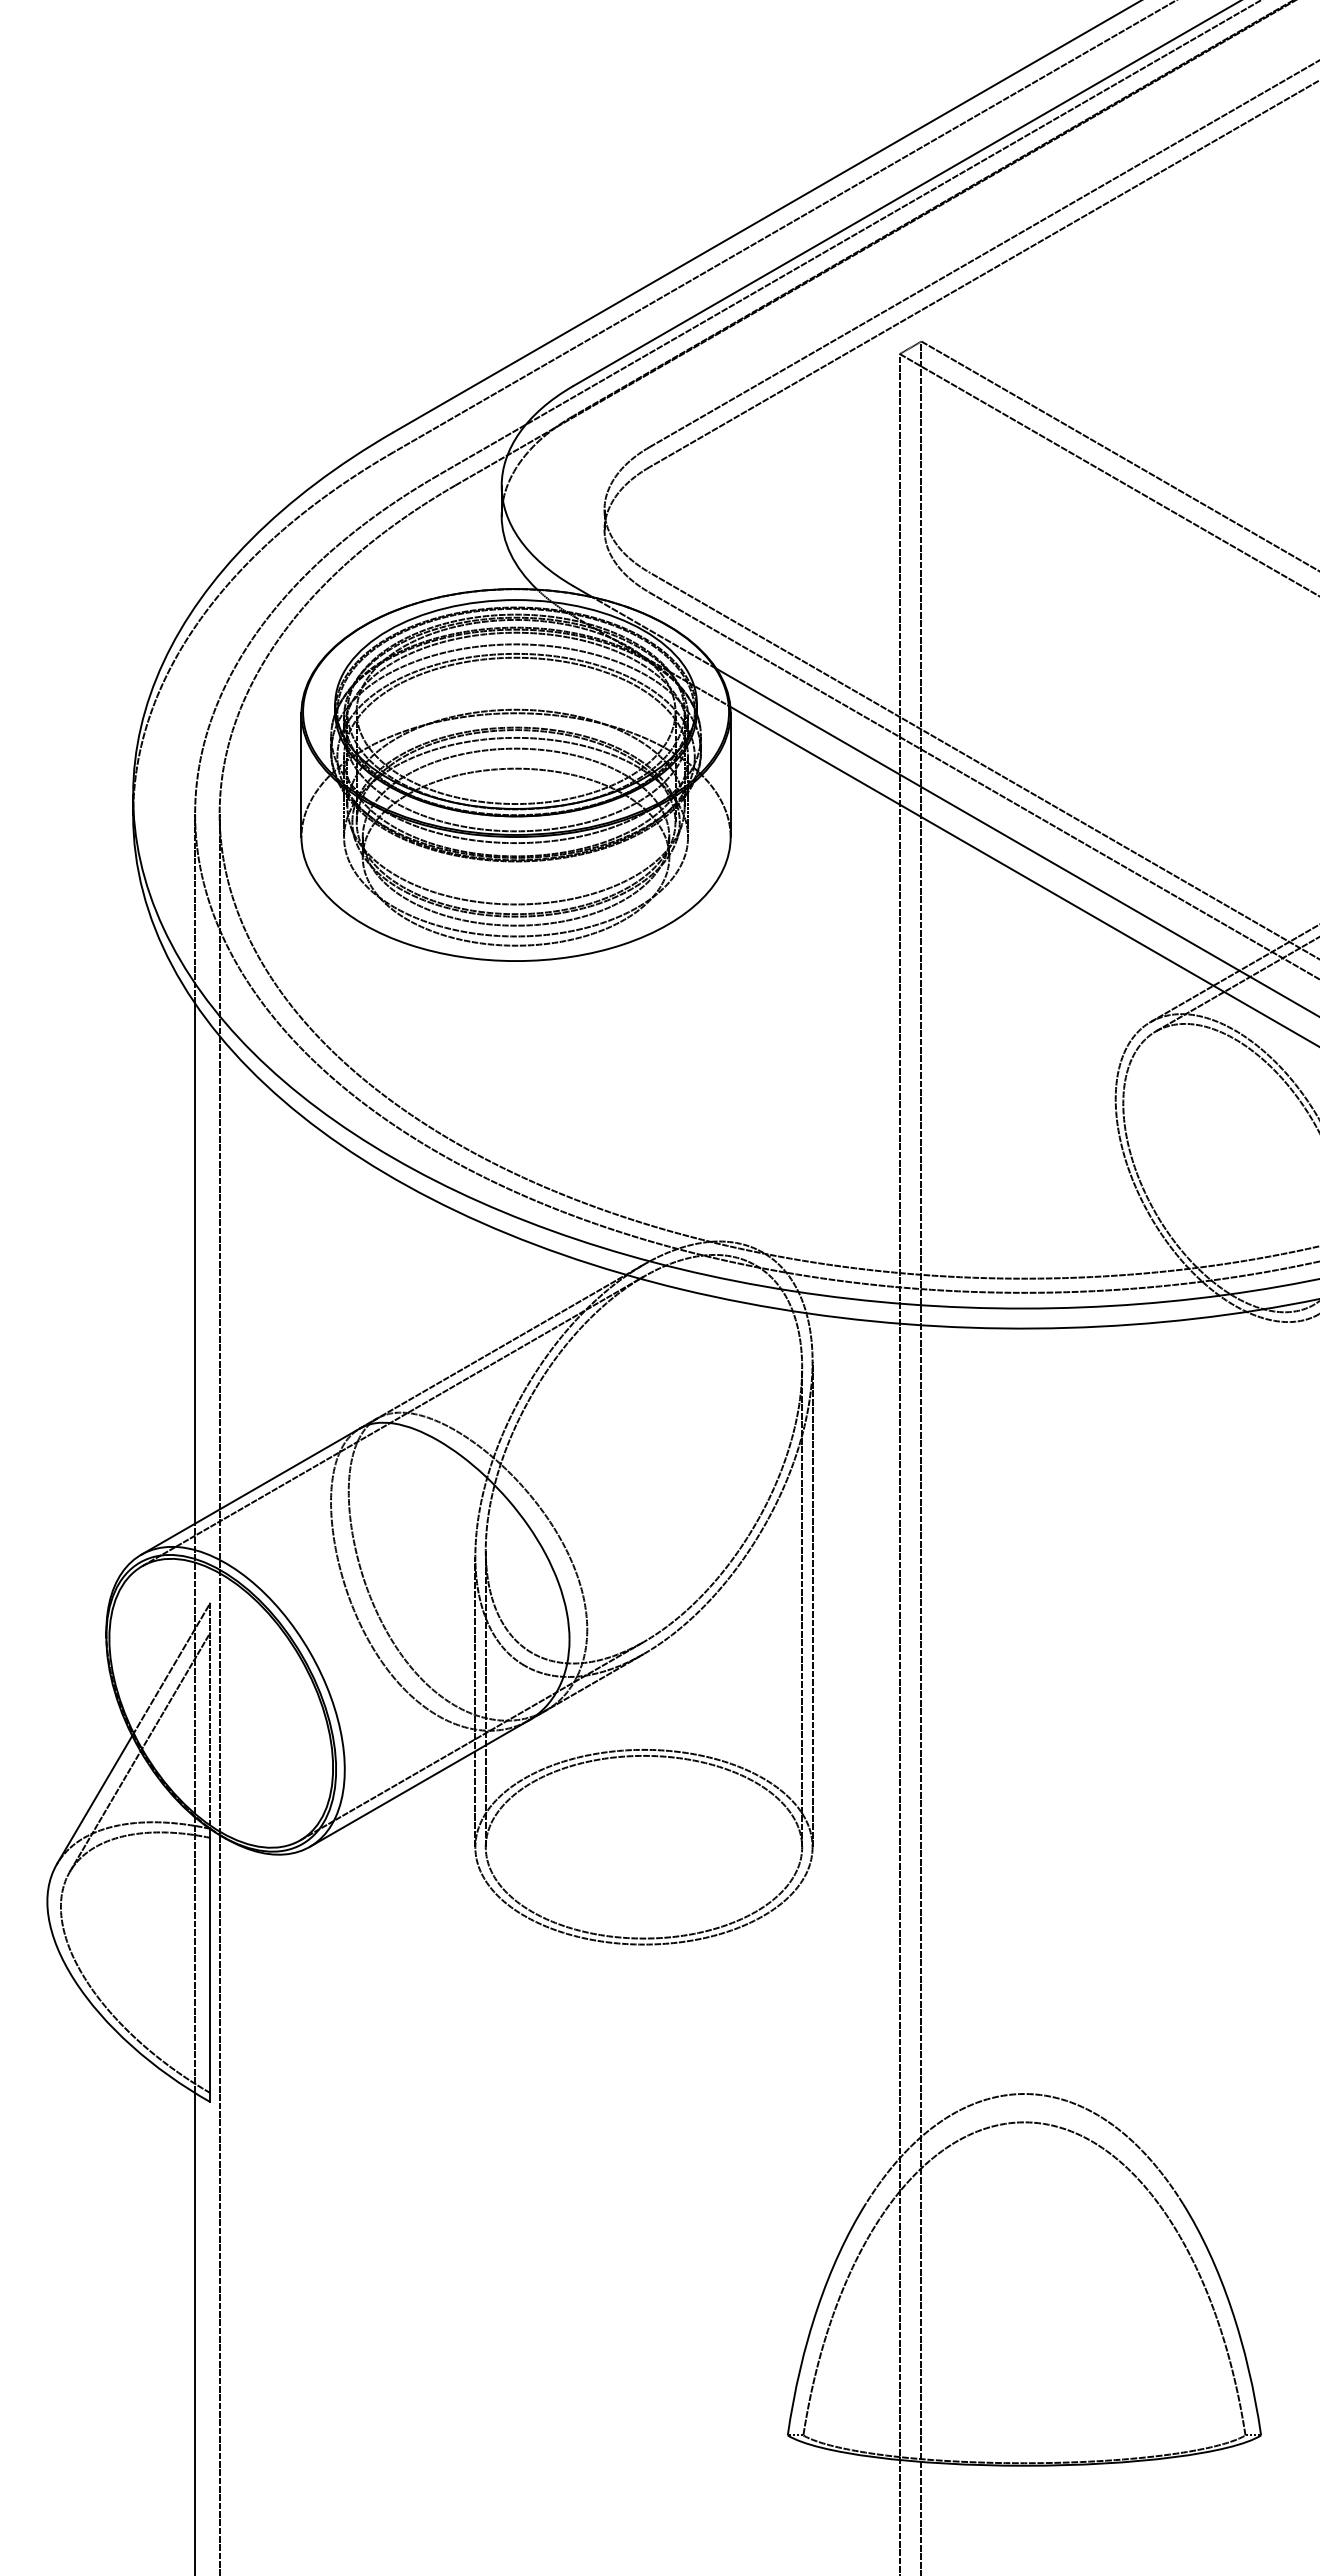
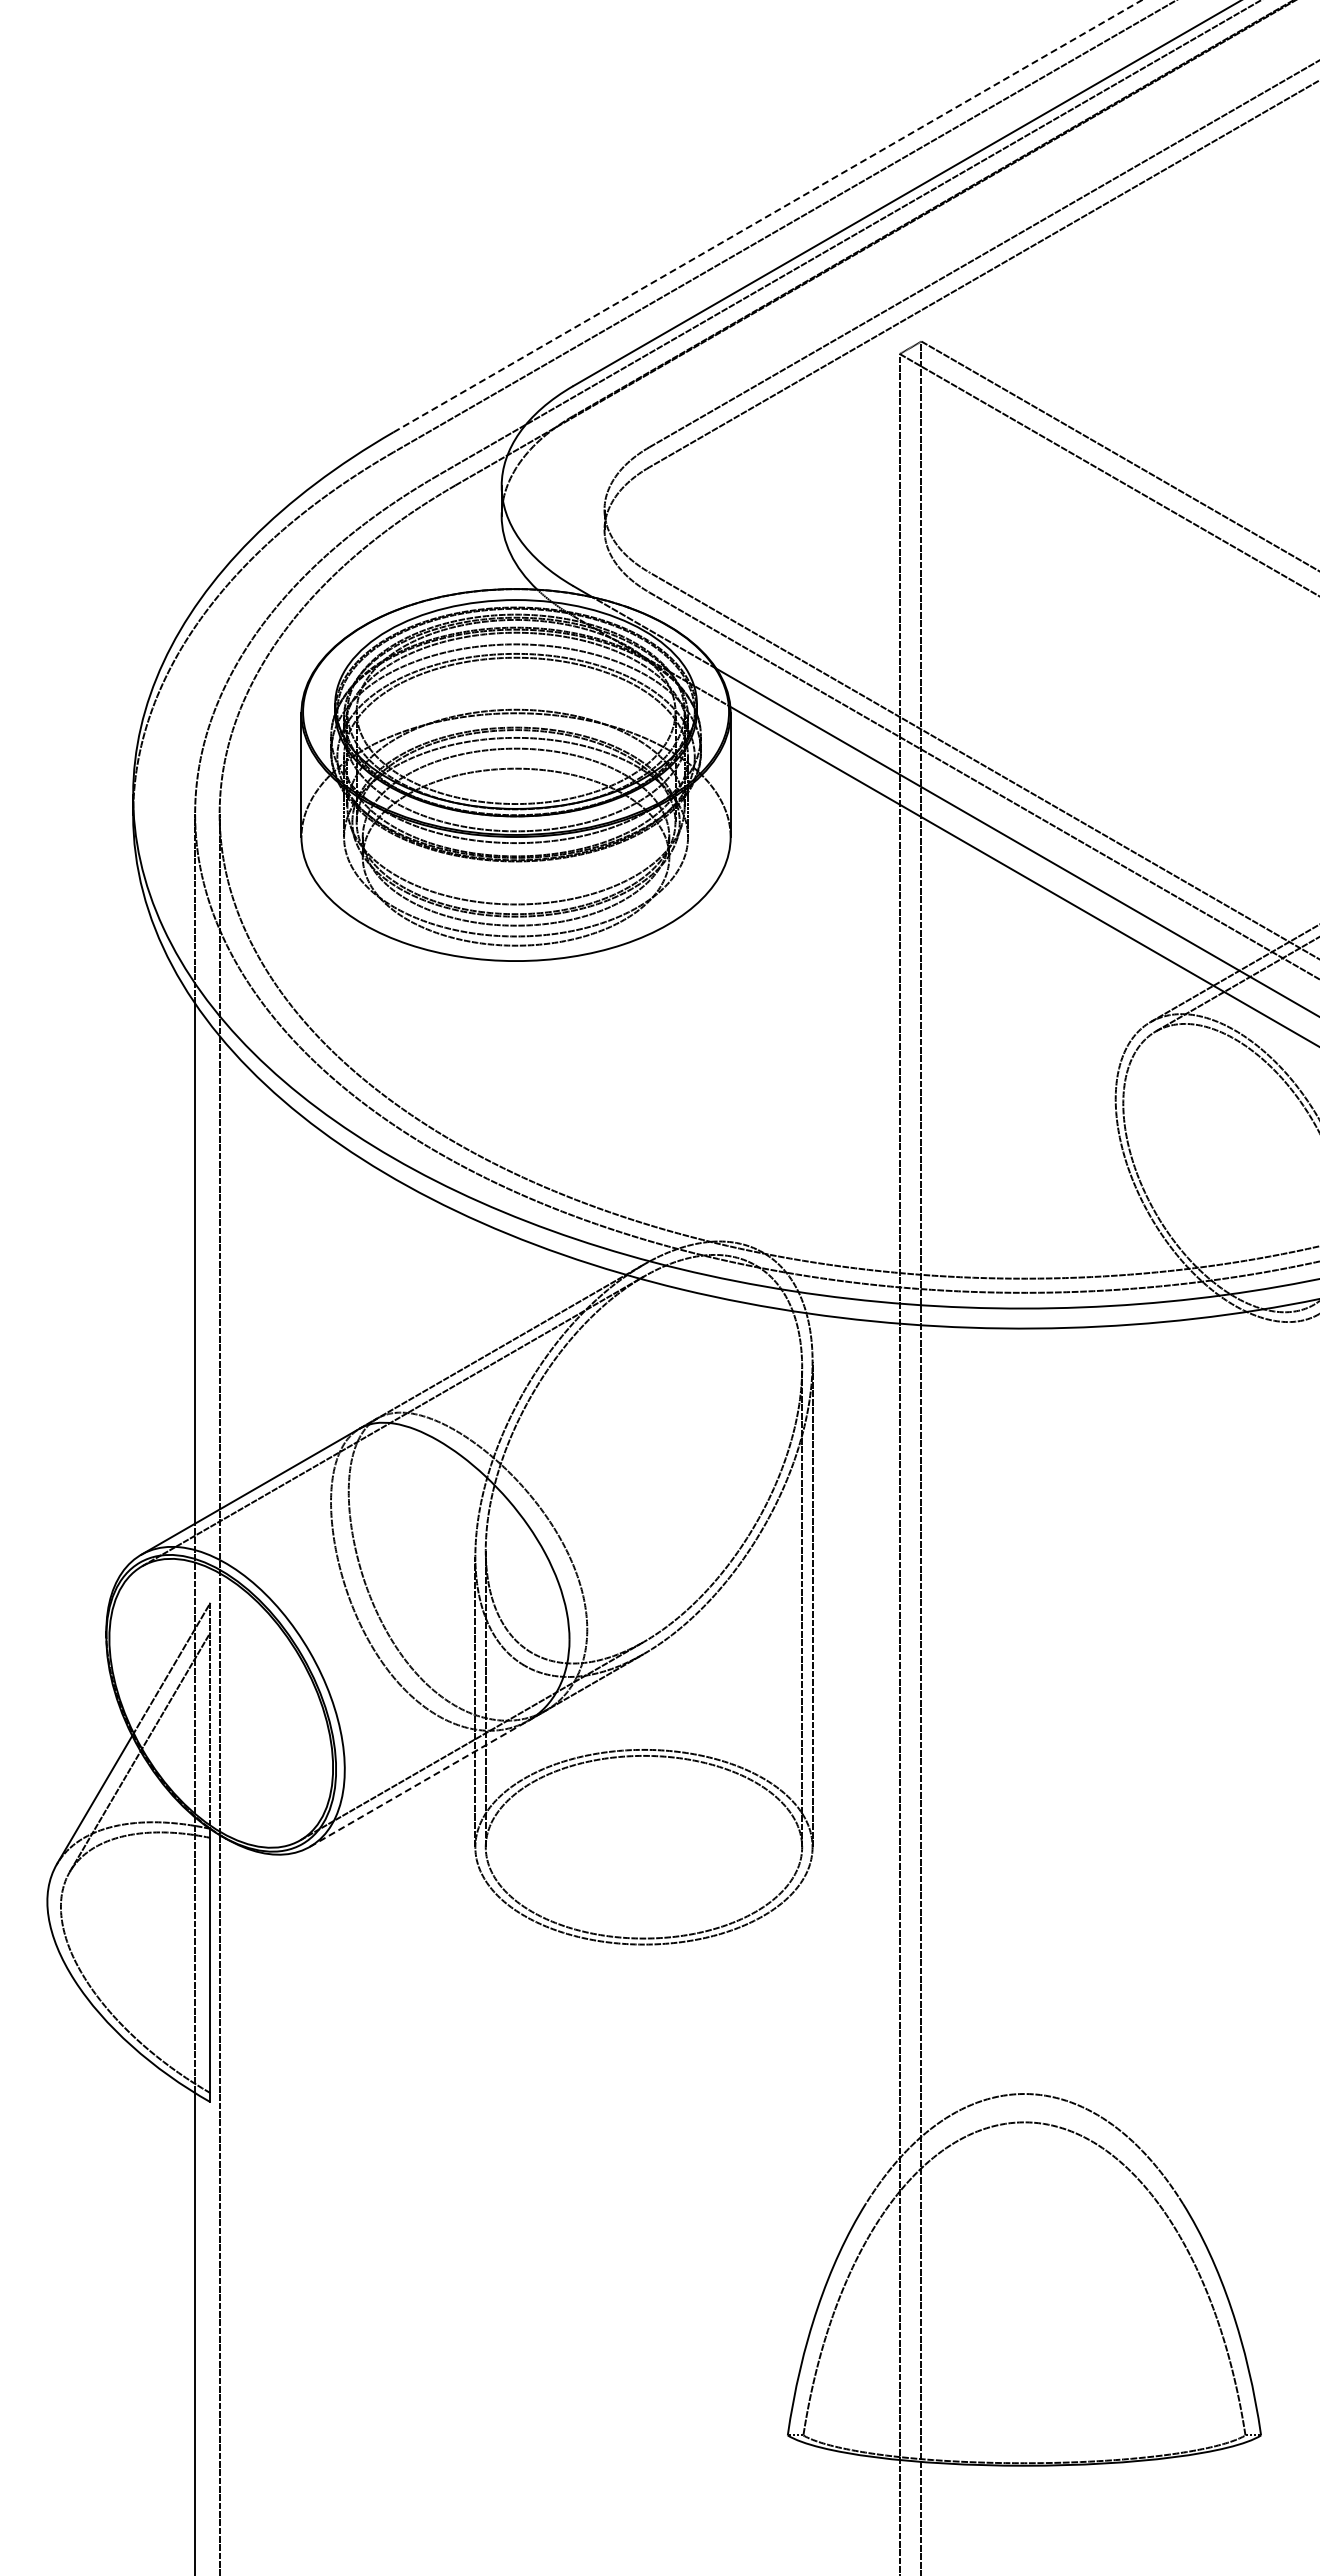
line at (767, 216): solid -> dashed
line at (419, 1783): solid -> dashed
